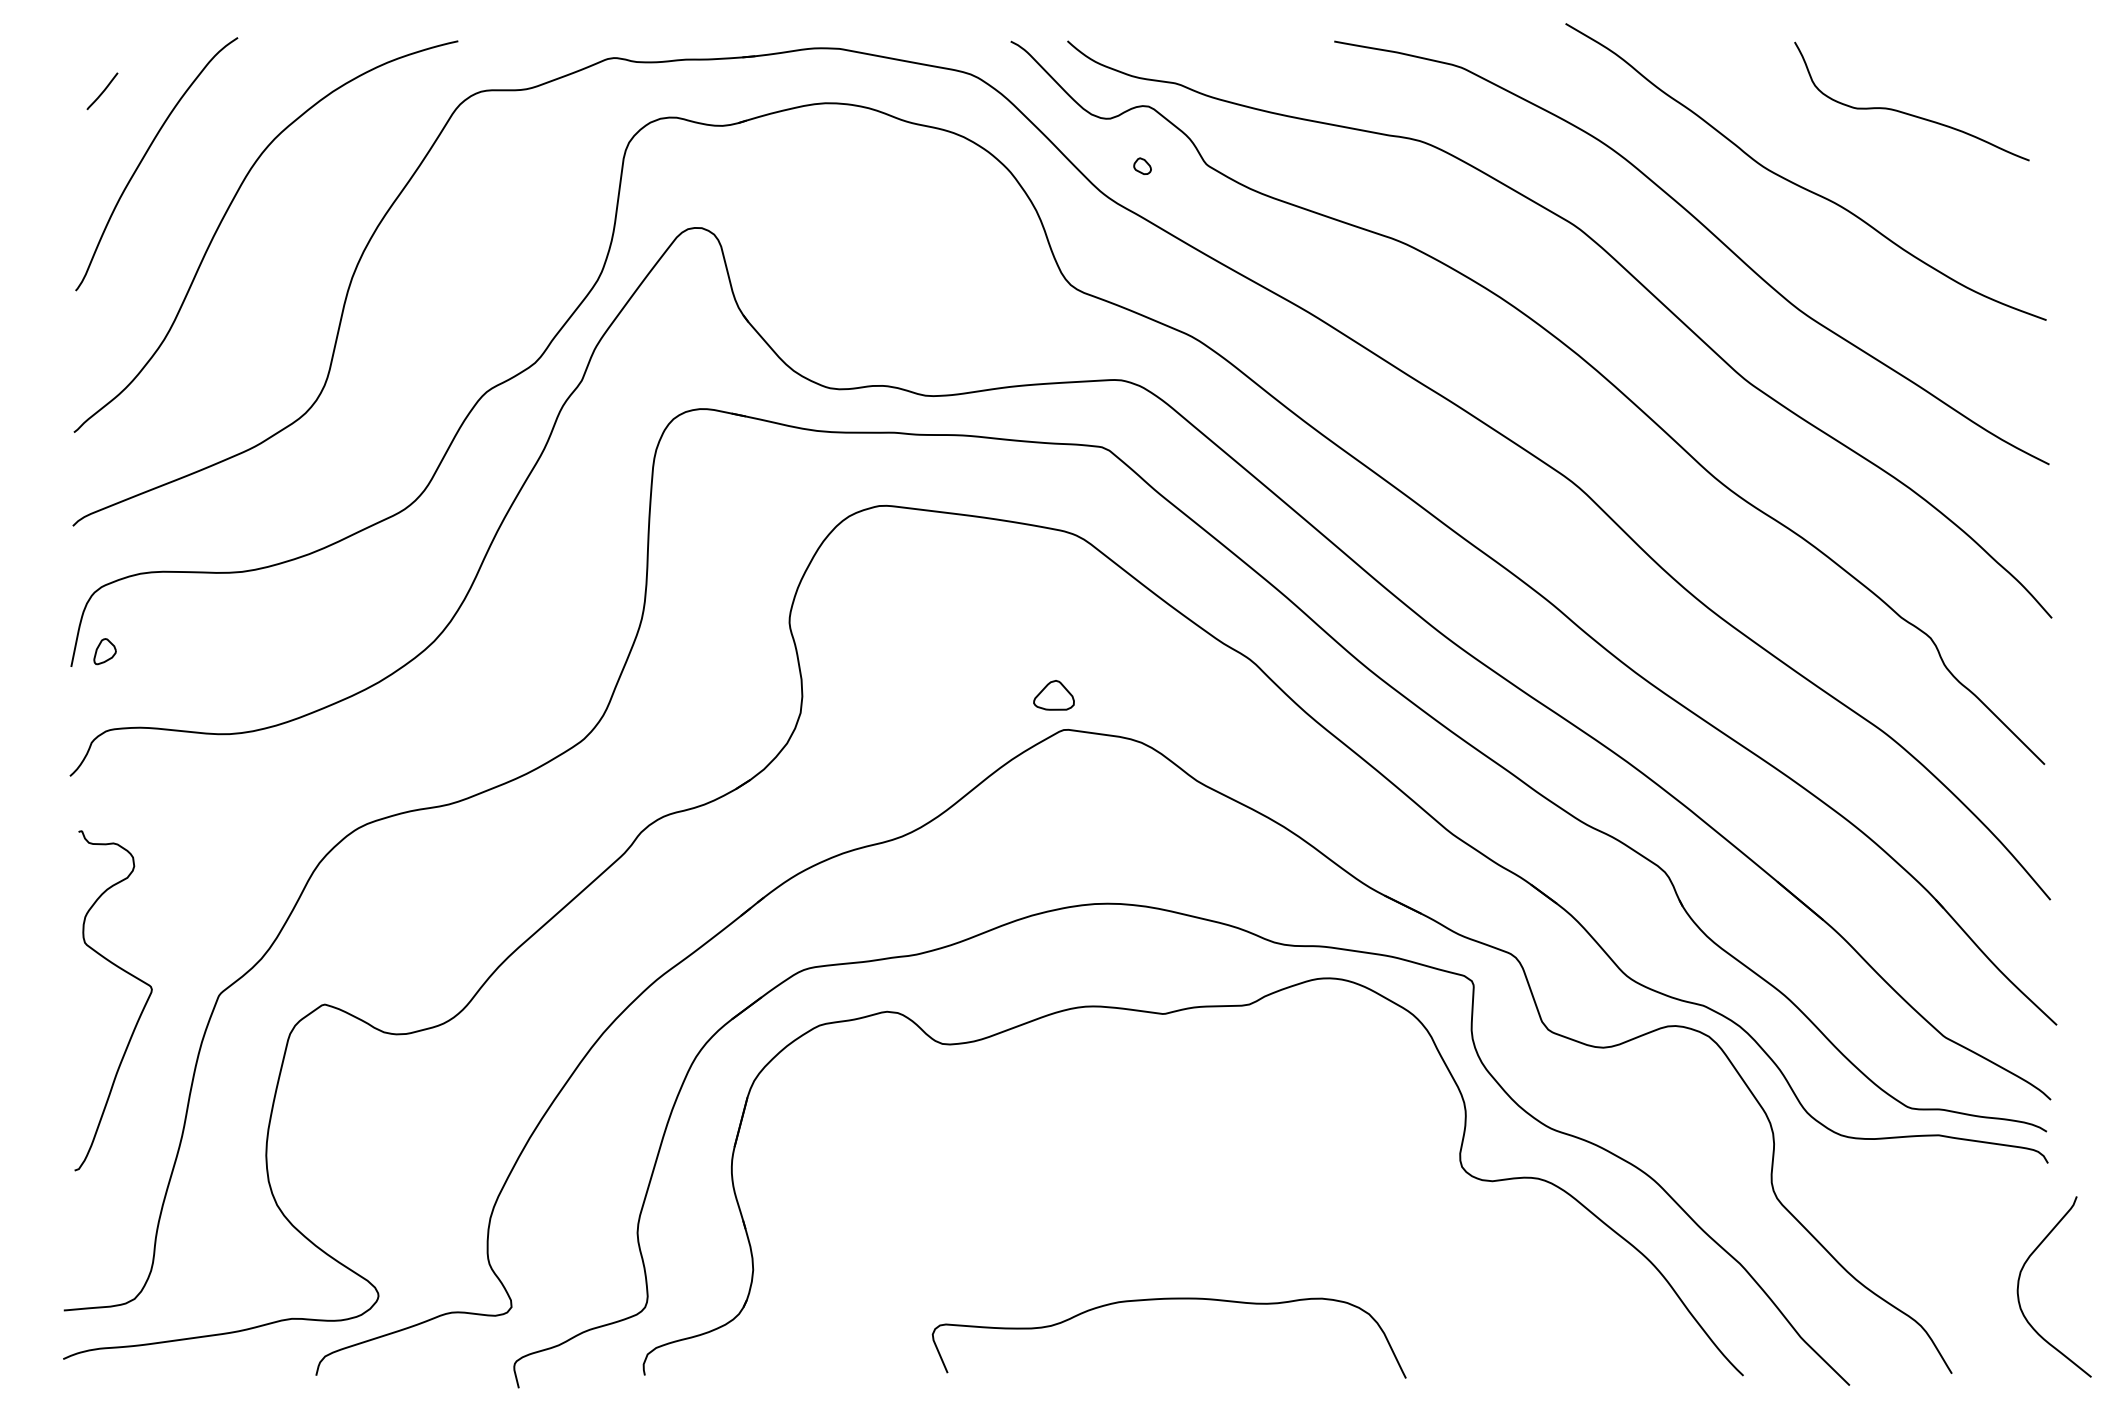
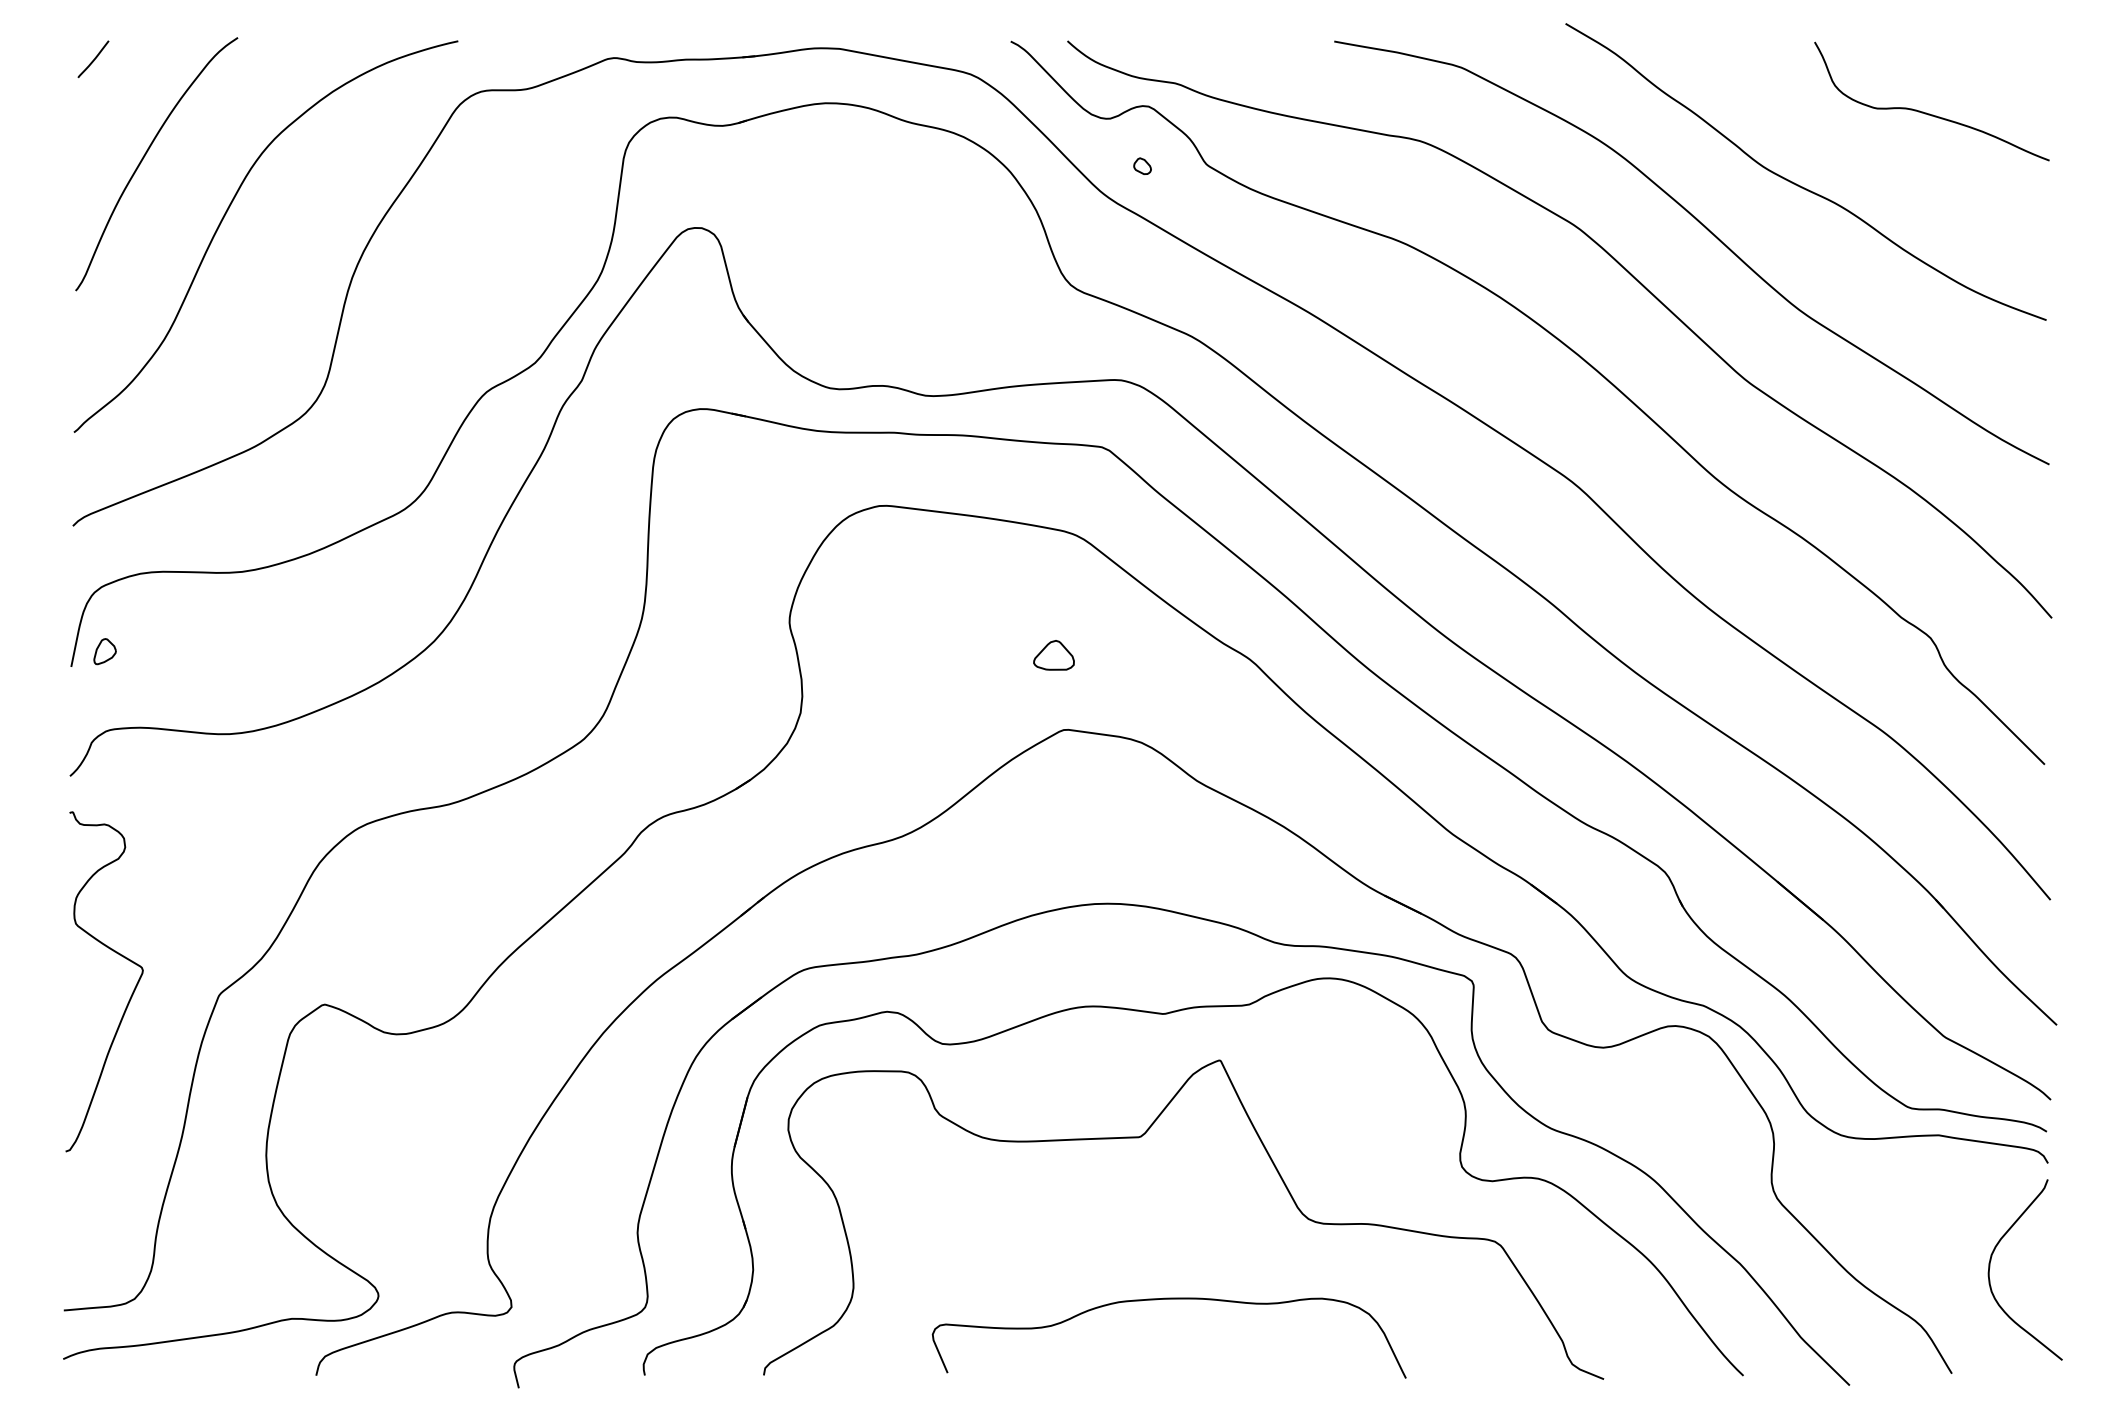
curve at (102, 91) position: (102, 91) -> (93, 59)
curve at (1906, 112) position: (1906, 112) -> (1926, 112)
part at (1053, 695) position: (1053, 695) -> (1053, 655)
curve at (141, 1010) position: (141, 1010) -> (132, 991)
curve at (1141, 1137): none -> present
curve at (2019, 1284) position: (2019, 1284) -> (1990, 1267)
